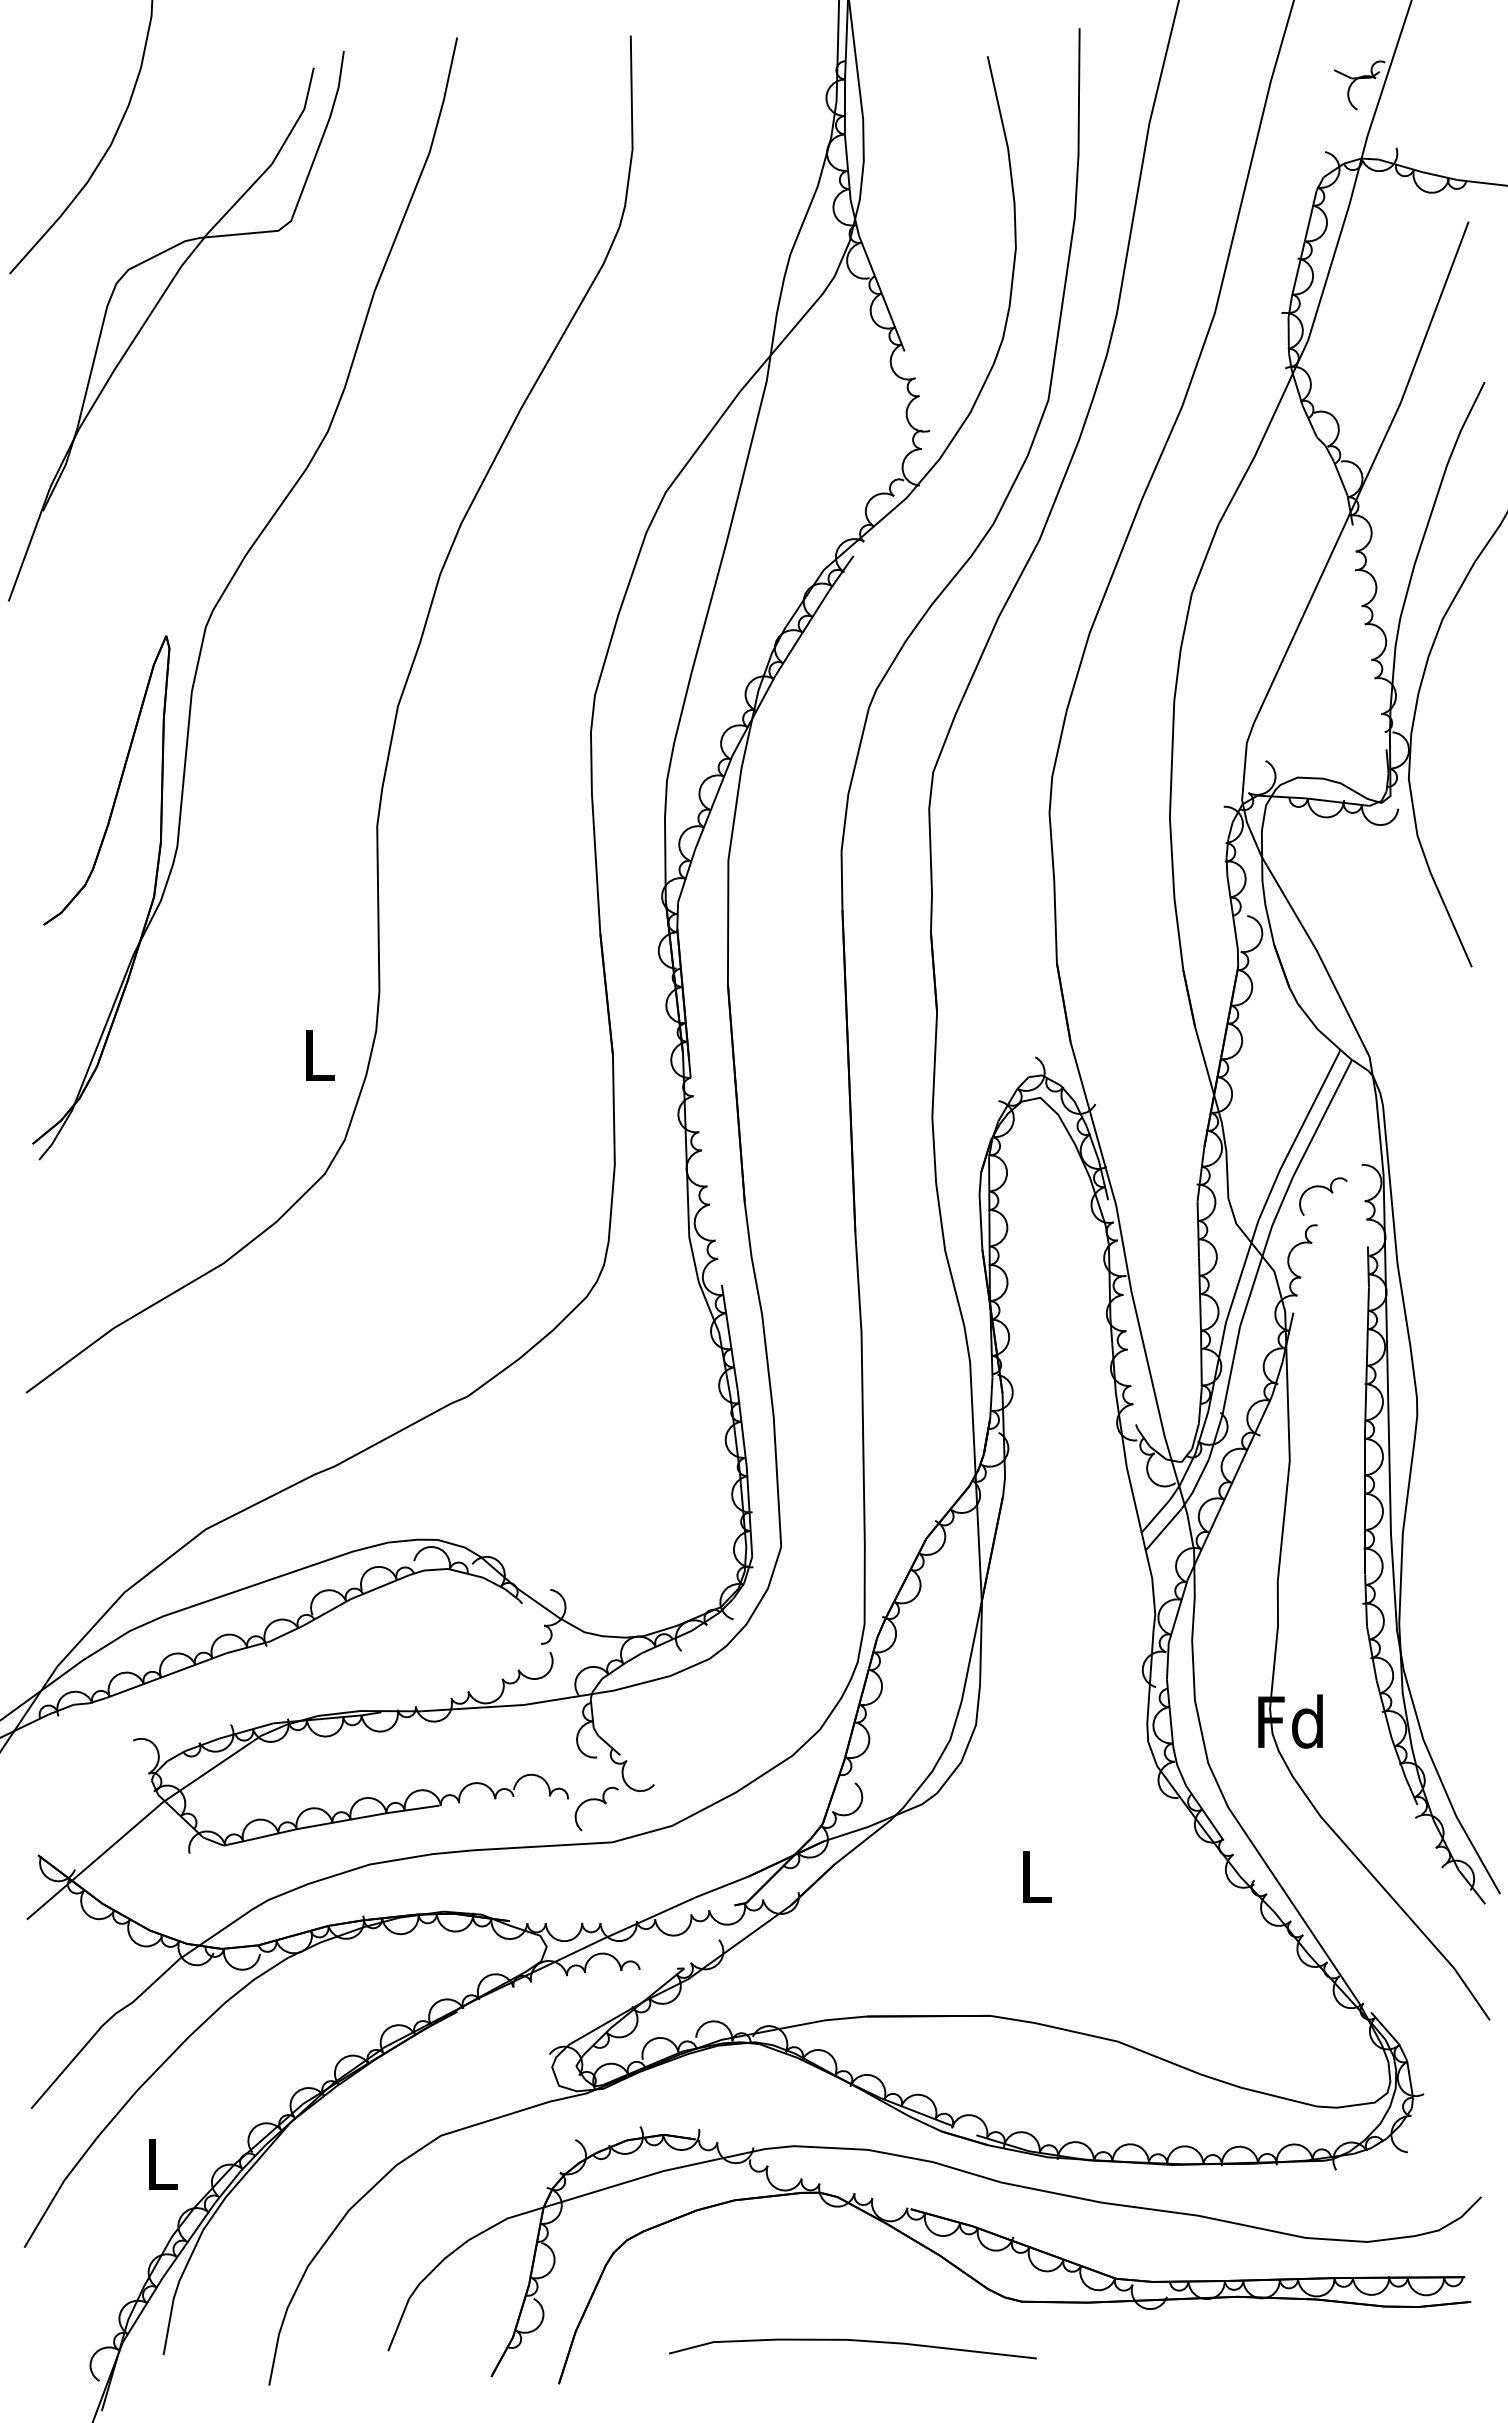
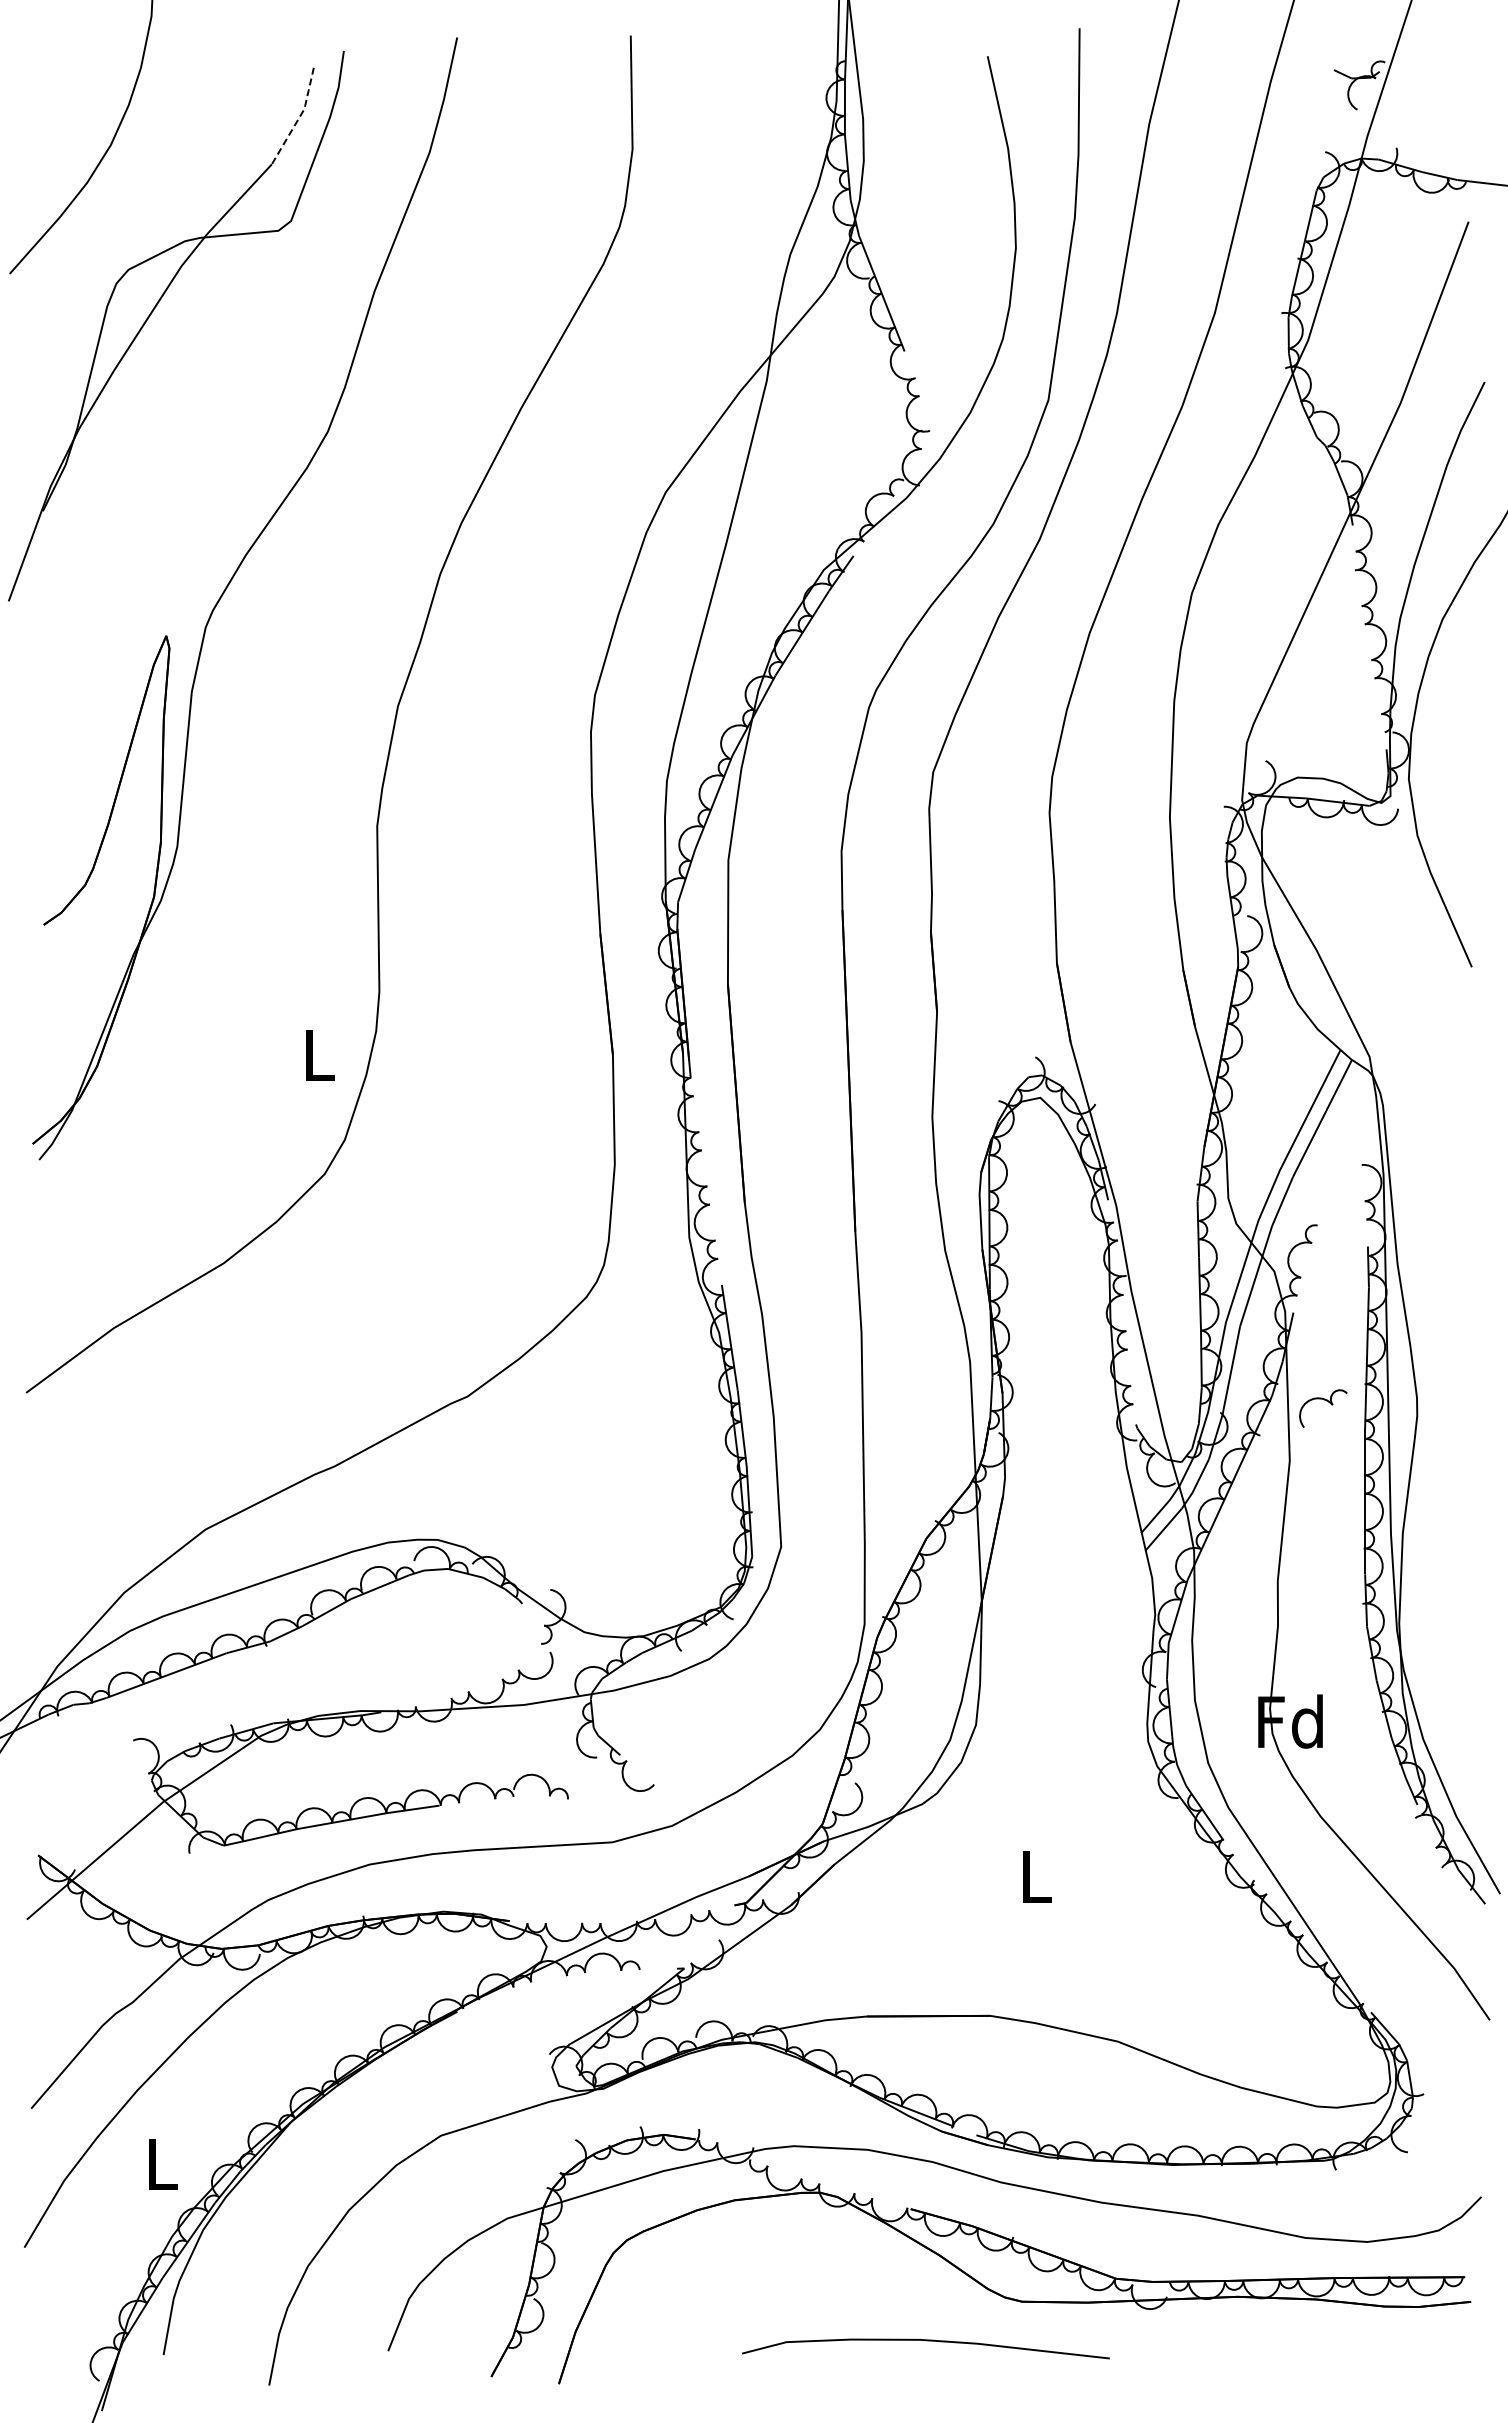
line at (298, 118): solid -> dashed
part at (1326, 1189) position: (1326, 1189) -> (1326, 1401)
part at (596, 1800): present -> none
curve at (852, 2341) position: (852, 2341) -> (925, 2341)
